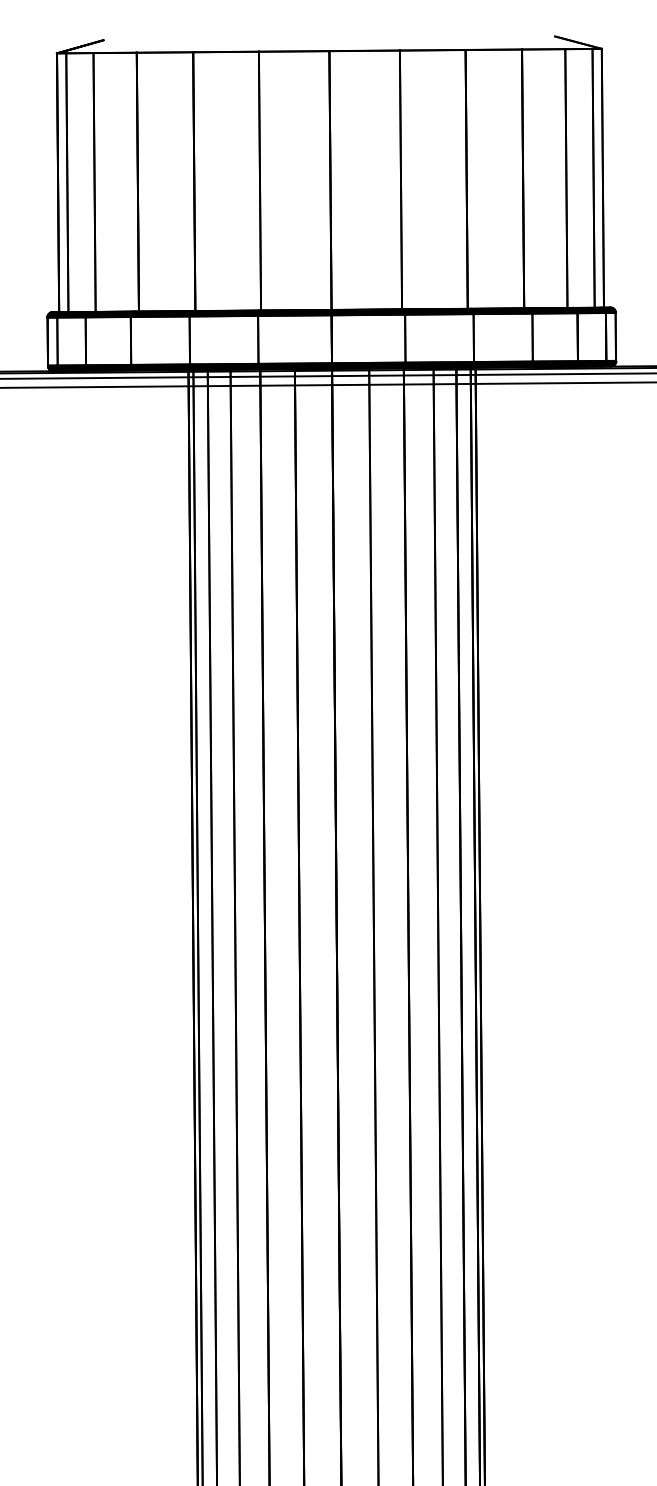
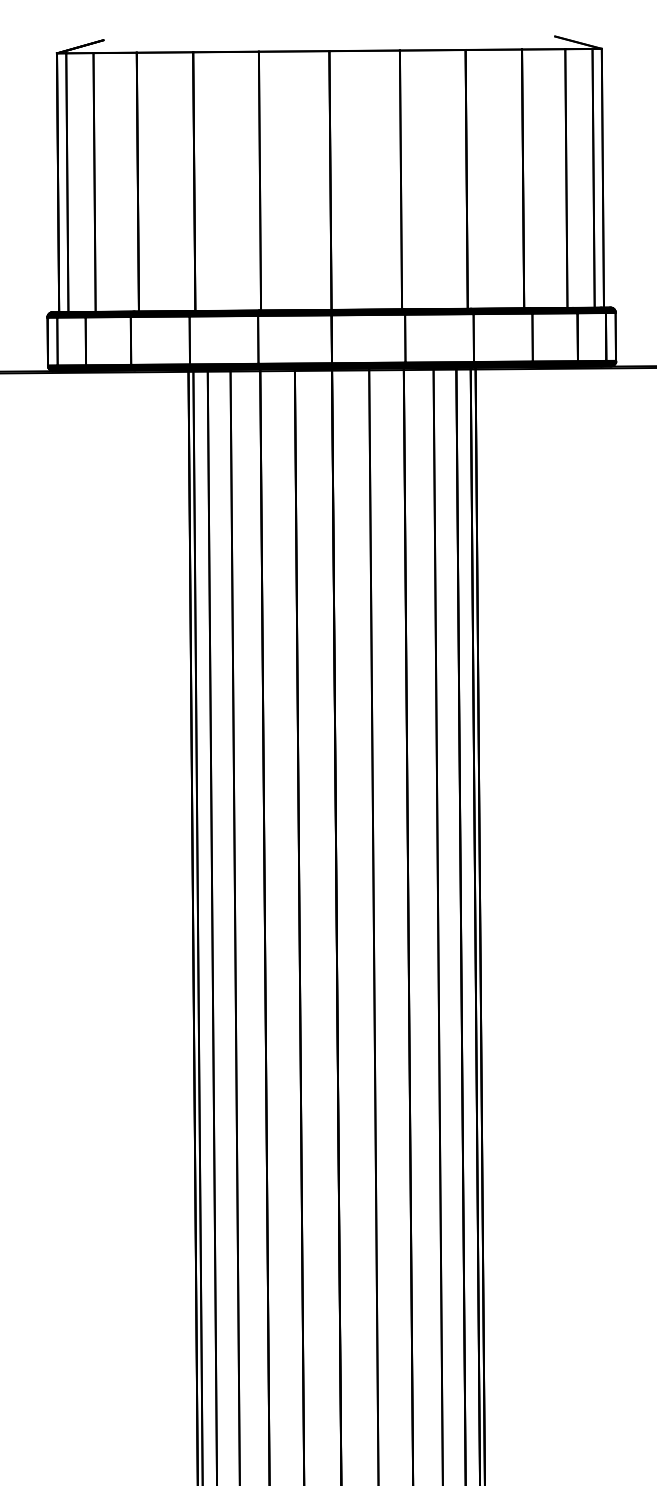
line at (327, 375): present -> none
line at (327, 384): present -> none
